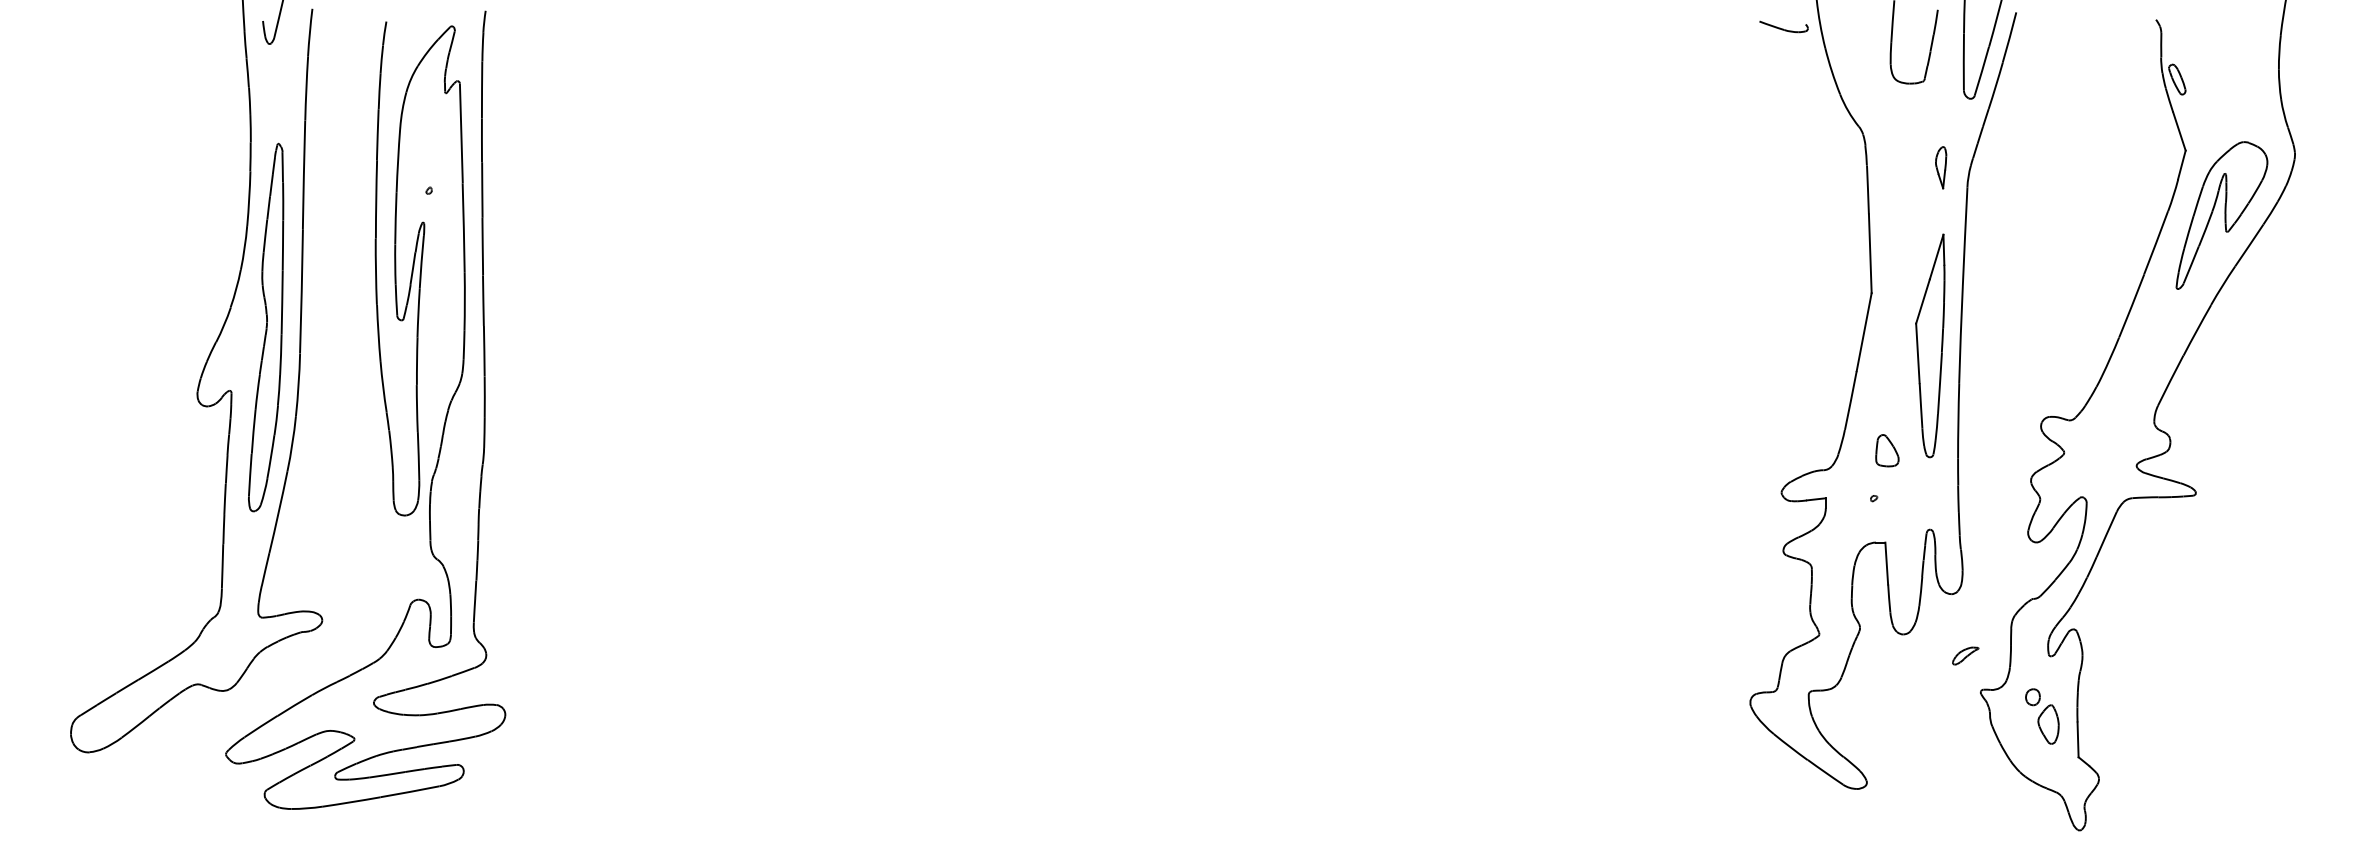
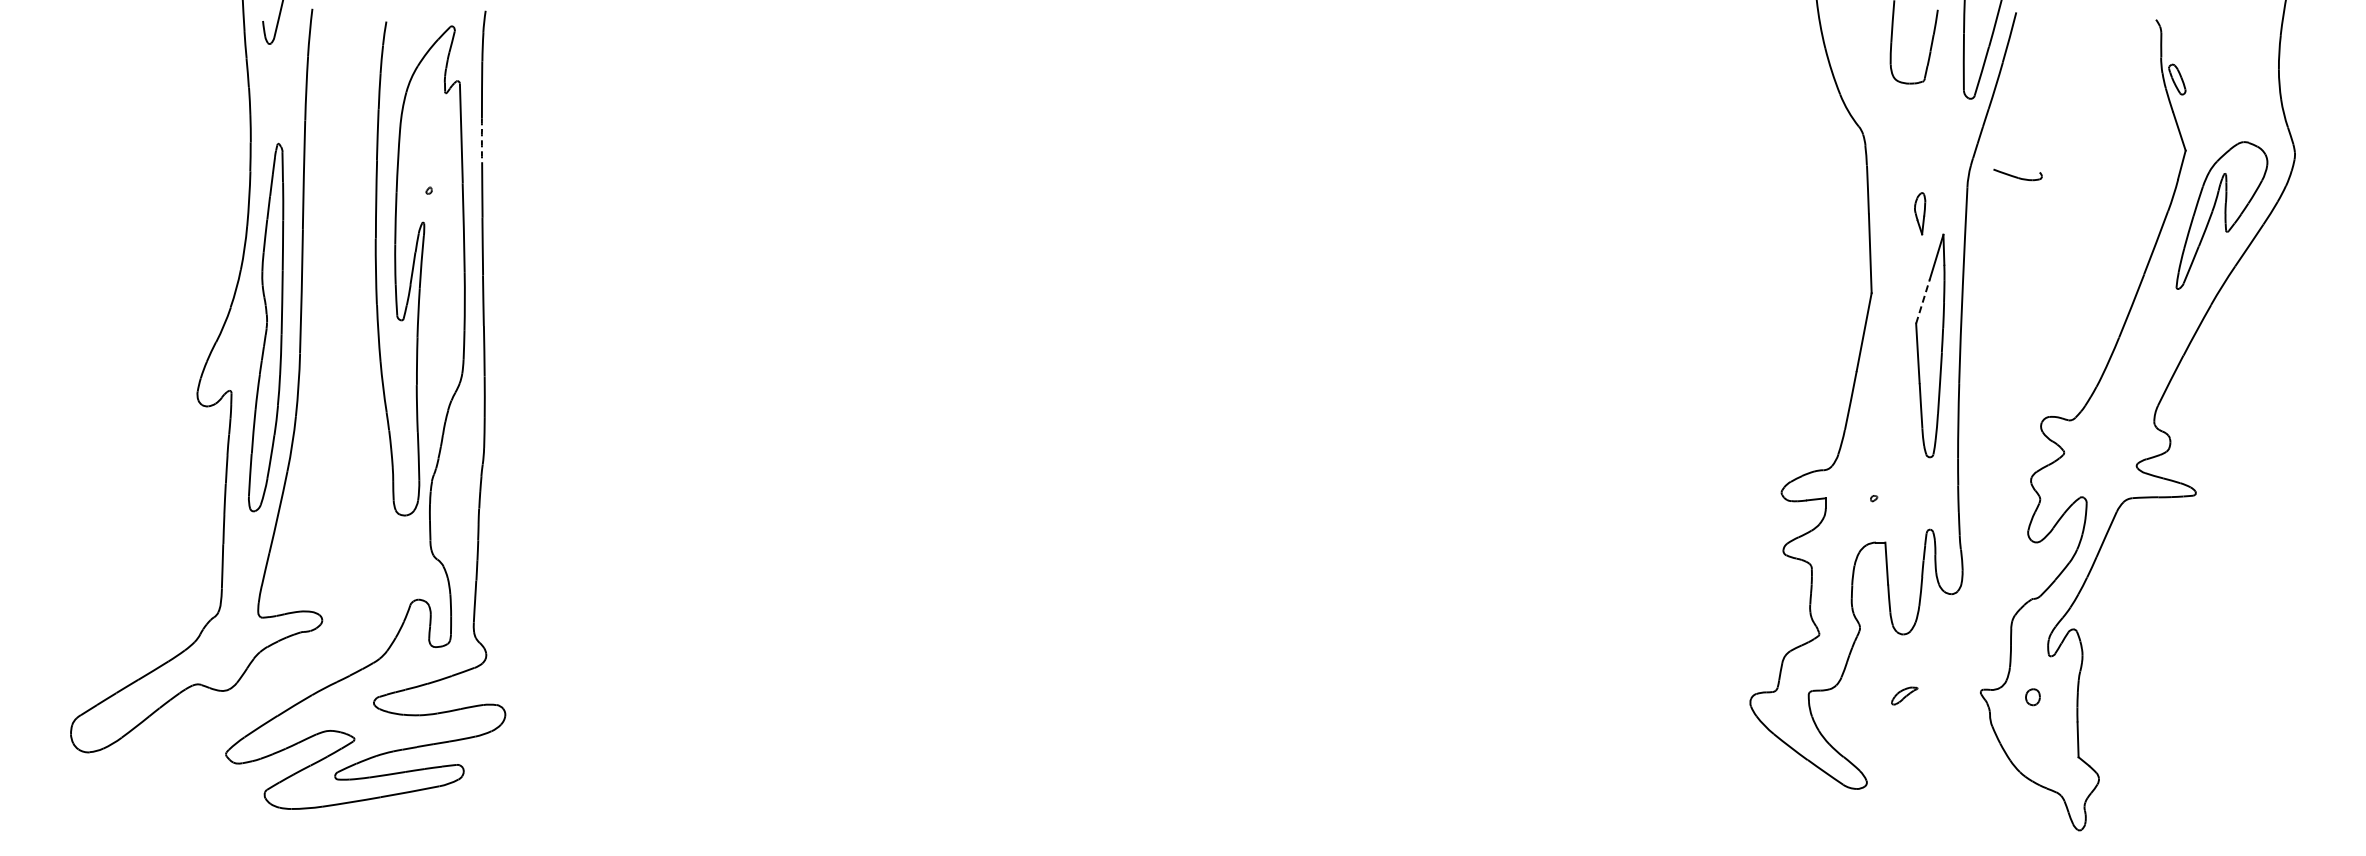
part at (1783, 26) position: (1783, 26) -> (2017, 174)
arc at (481, 140): solid -> dashed
part at (1941, 167) position: (1941, 167) -> (1920, 213)
line at (1923, 300): solid -> dashed
part at (1887, 450): present -> none
part at (1965, 655) position: (1965, 655) -> (1904, 695)
part at (2048, 724): present -> none
